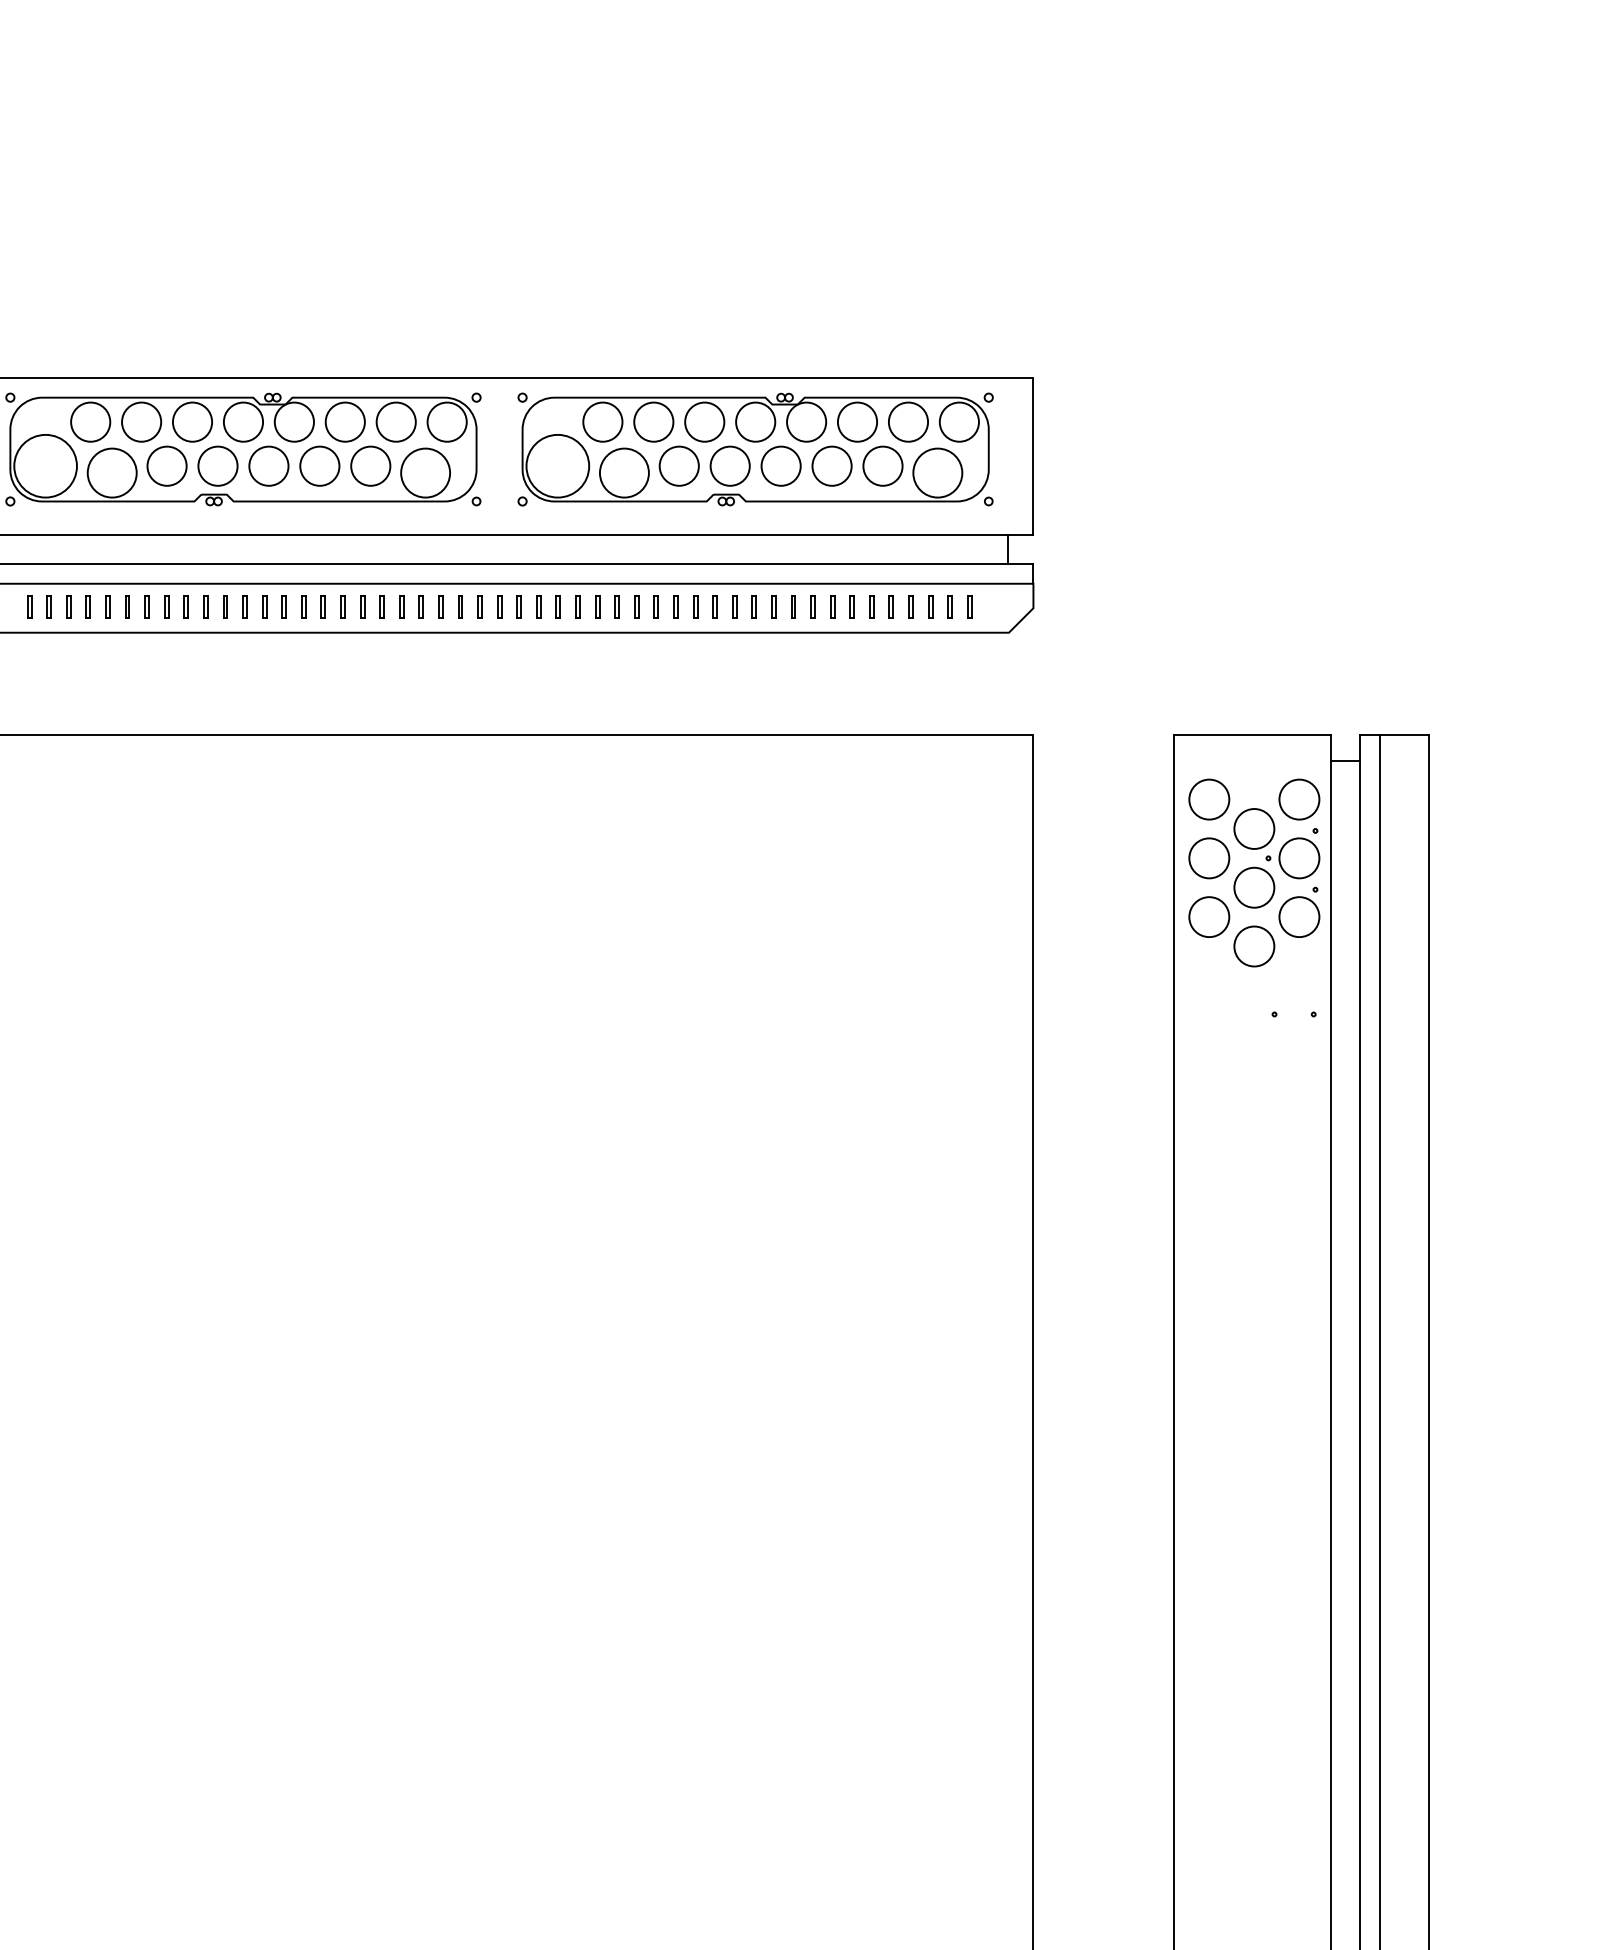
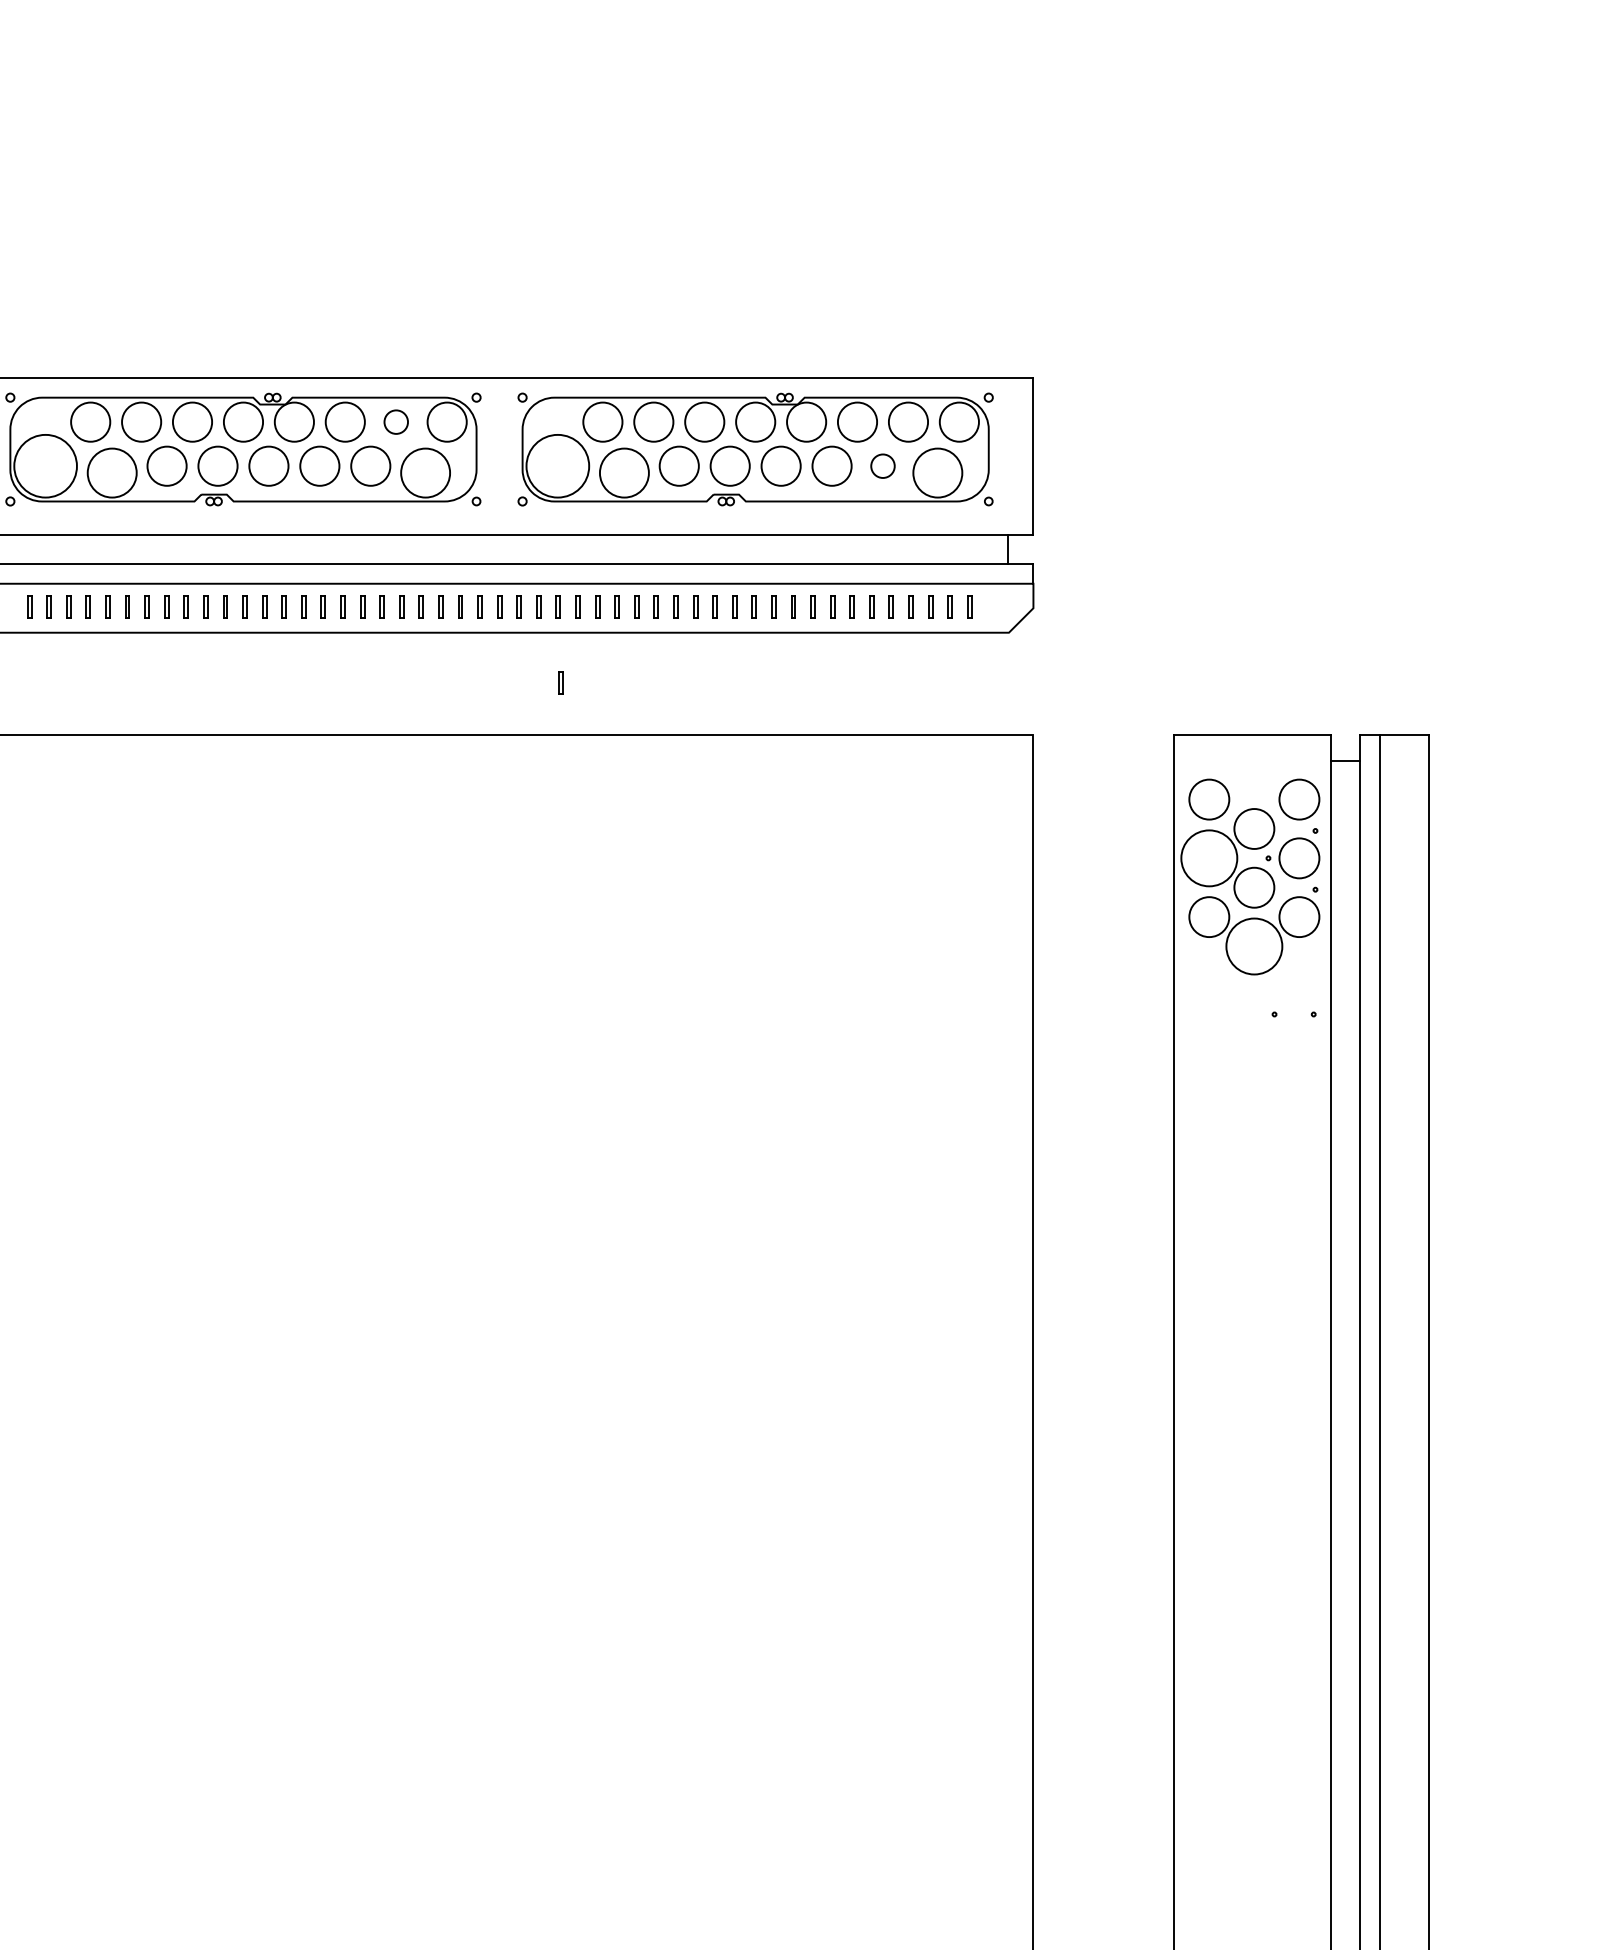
circle at (395, 421) diameter: 39 px -> 24 px
circle at (882, 465) diameter: 39 px -> 24 px
part at (560, 682): none -> present
circle at (1209, 858) diameter: 40 px -> 56 px
circle at (1254, 946) diameter: 40 px -> 56 px
